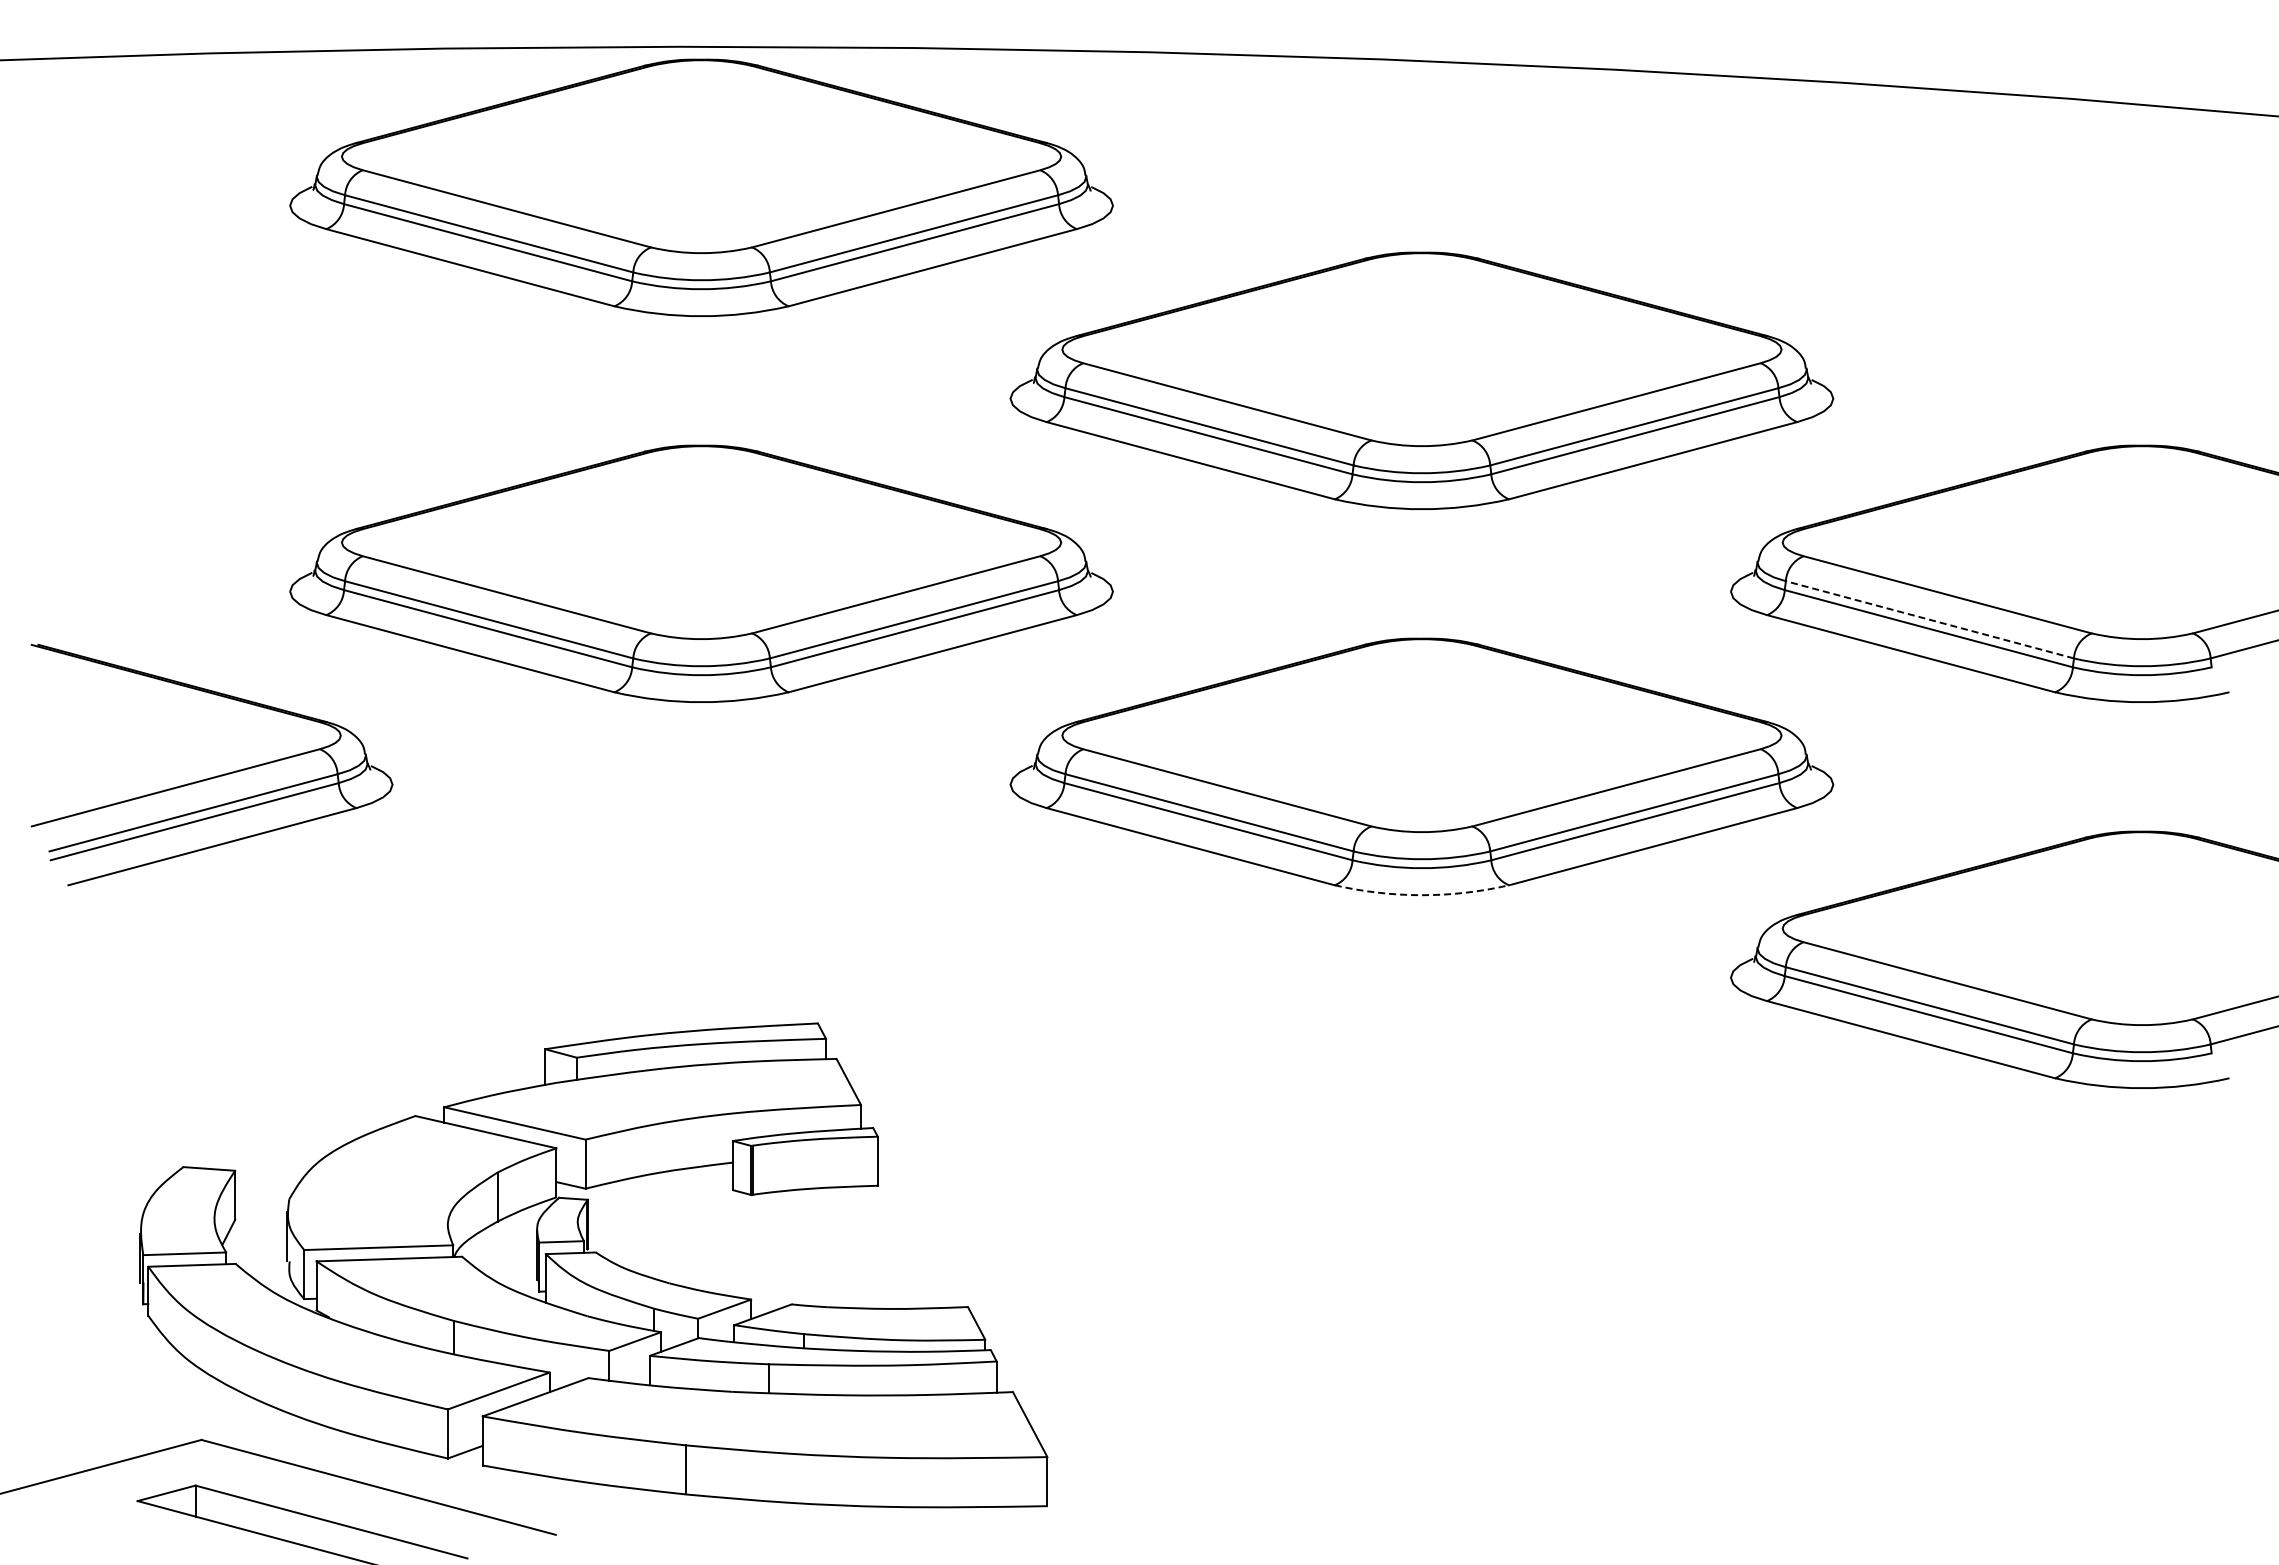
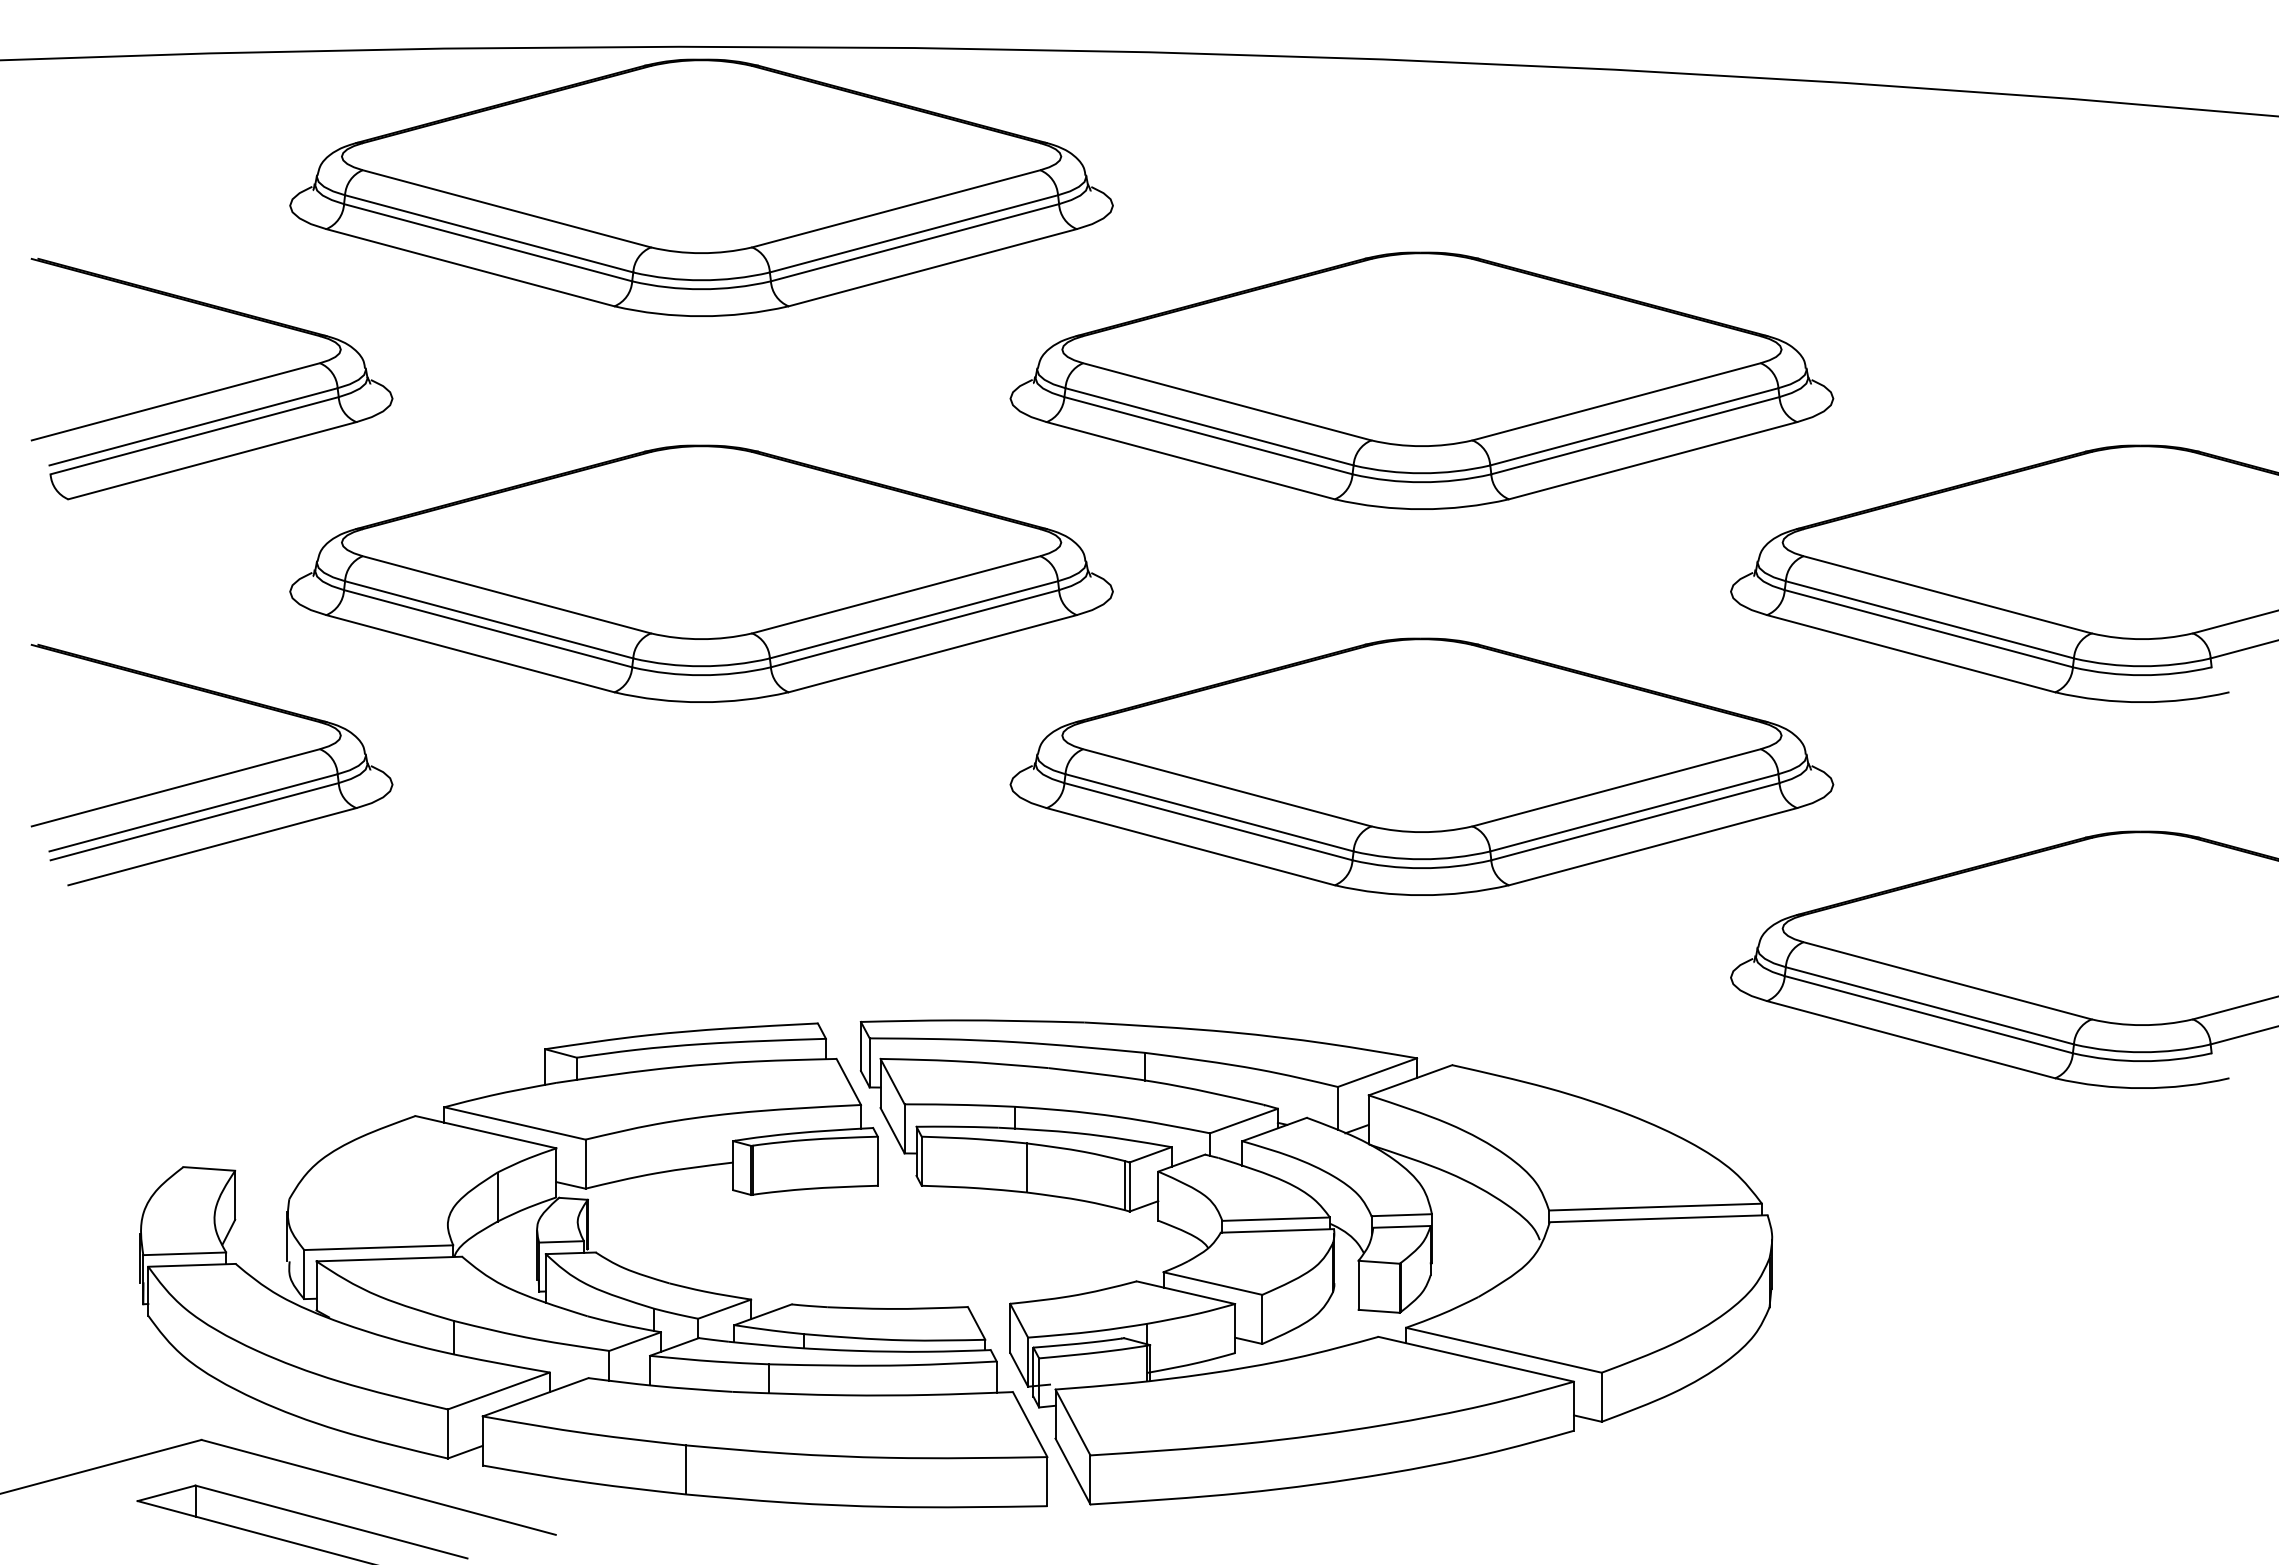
part at (213, 390): none -> present
line at (1929, 619): dashed -> solid
arc at (1421, 895): dashed -> solid
part at (1316, 1262): none -> present
